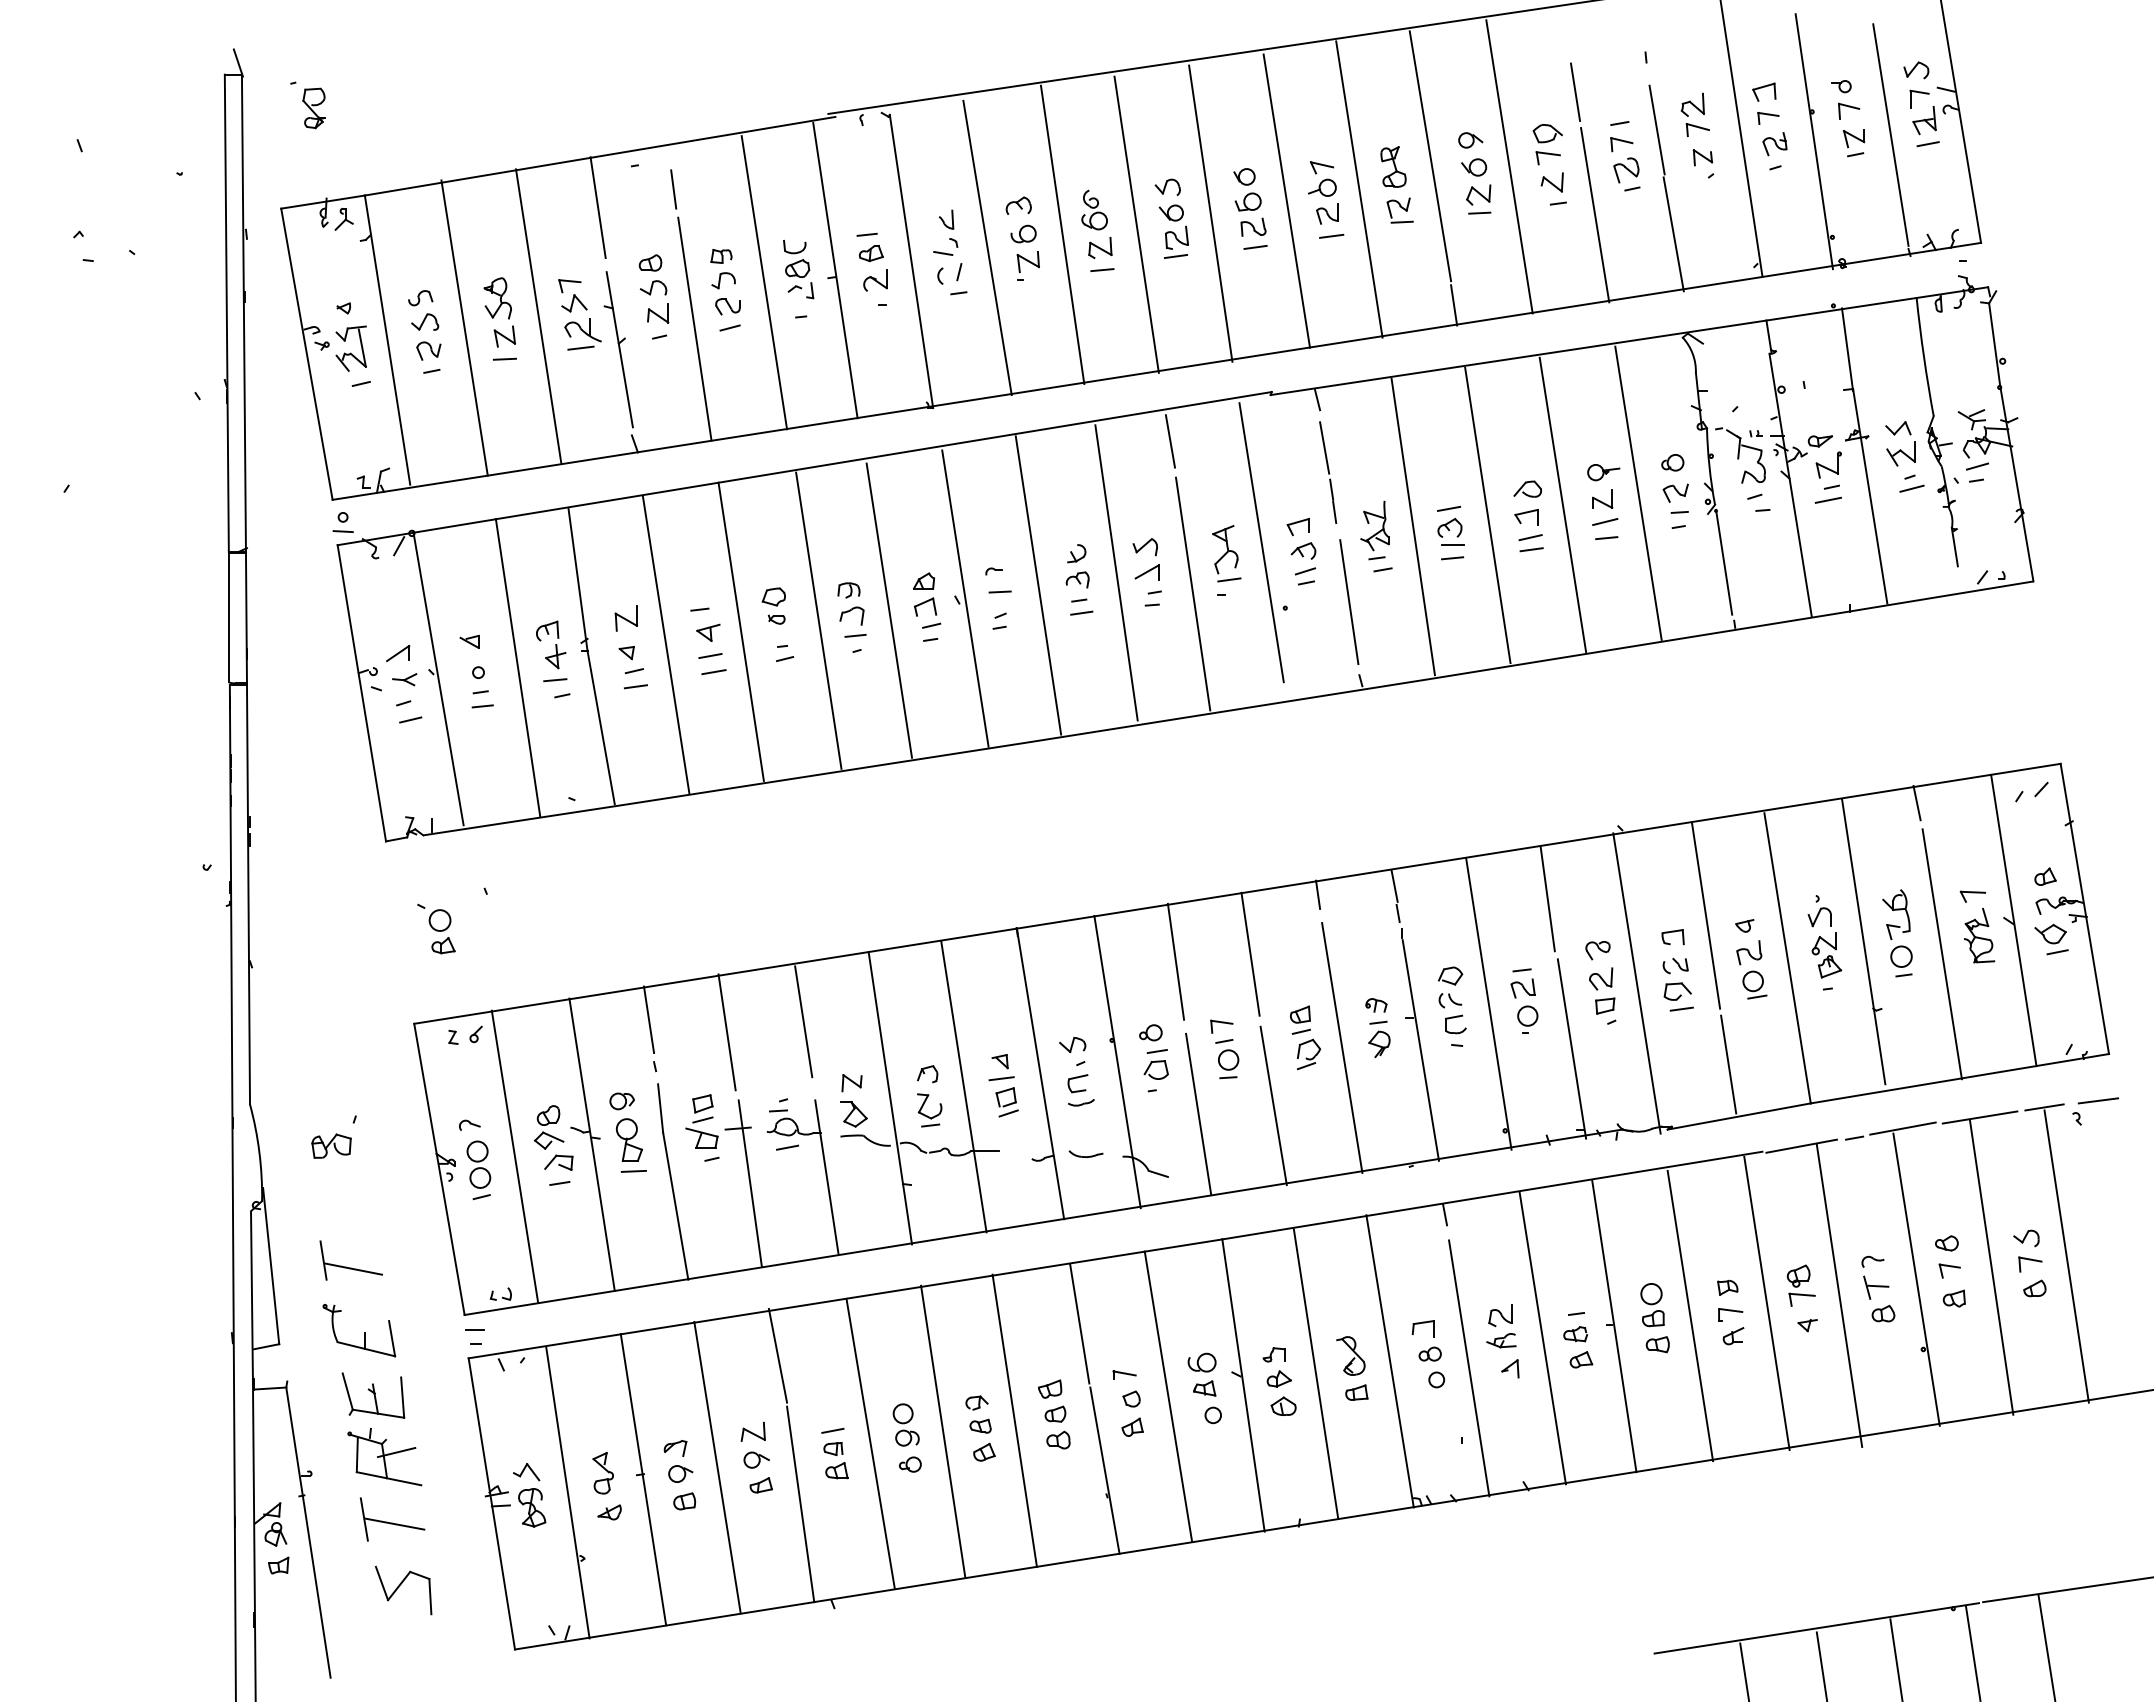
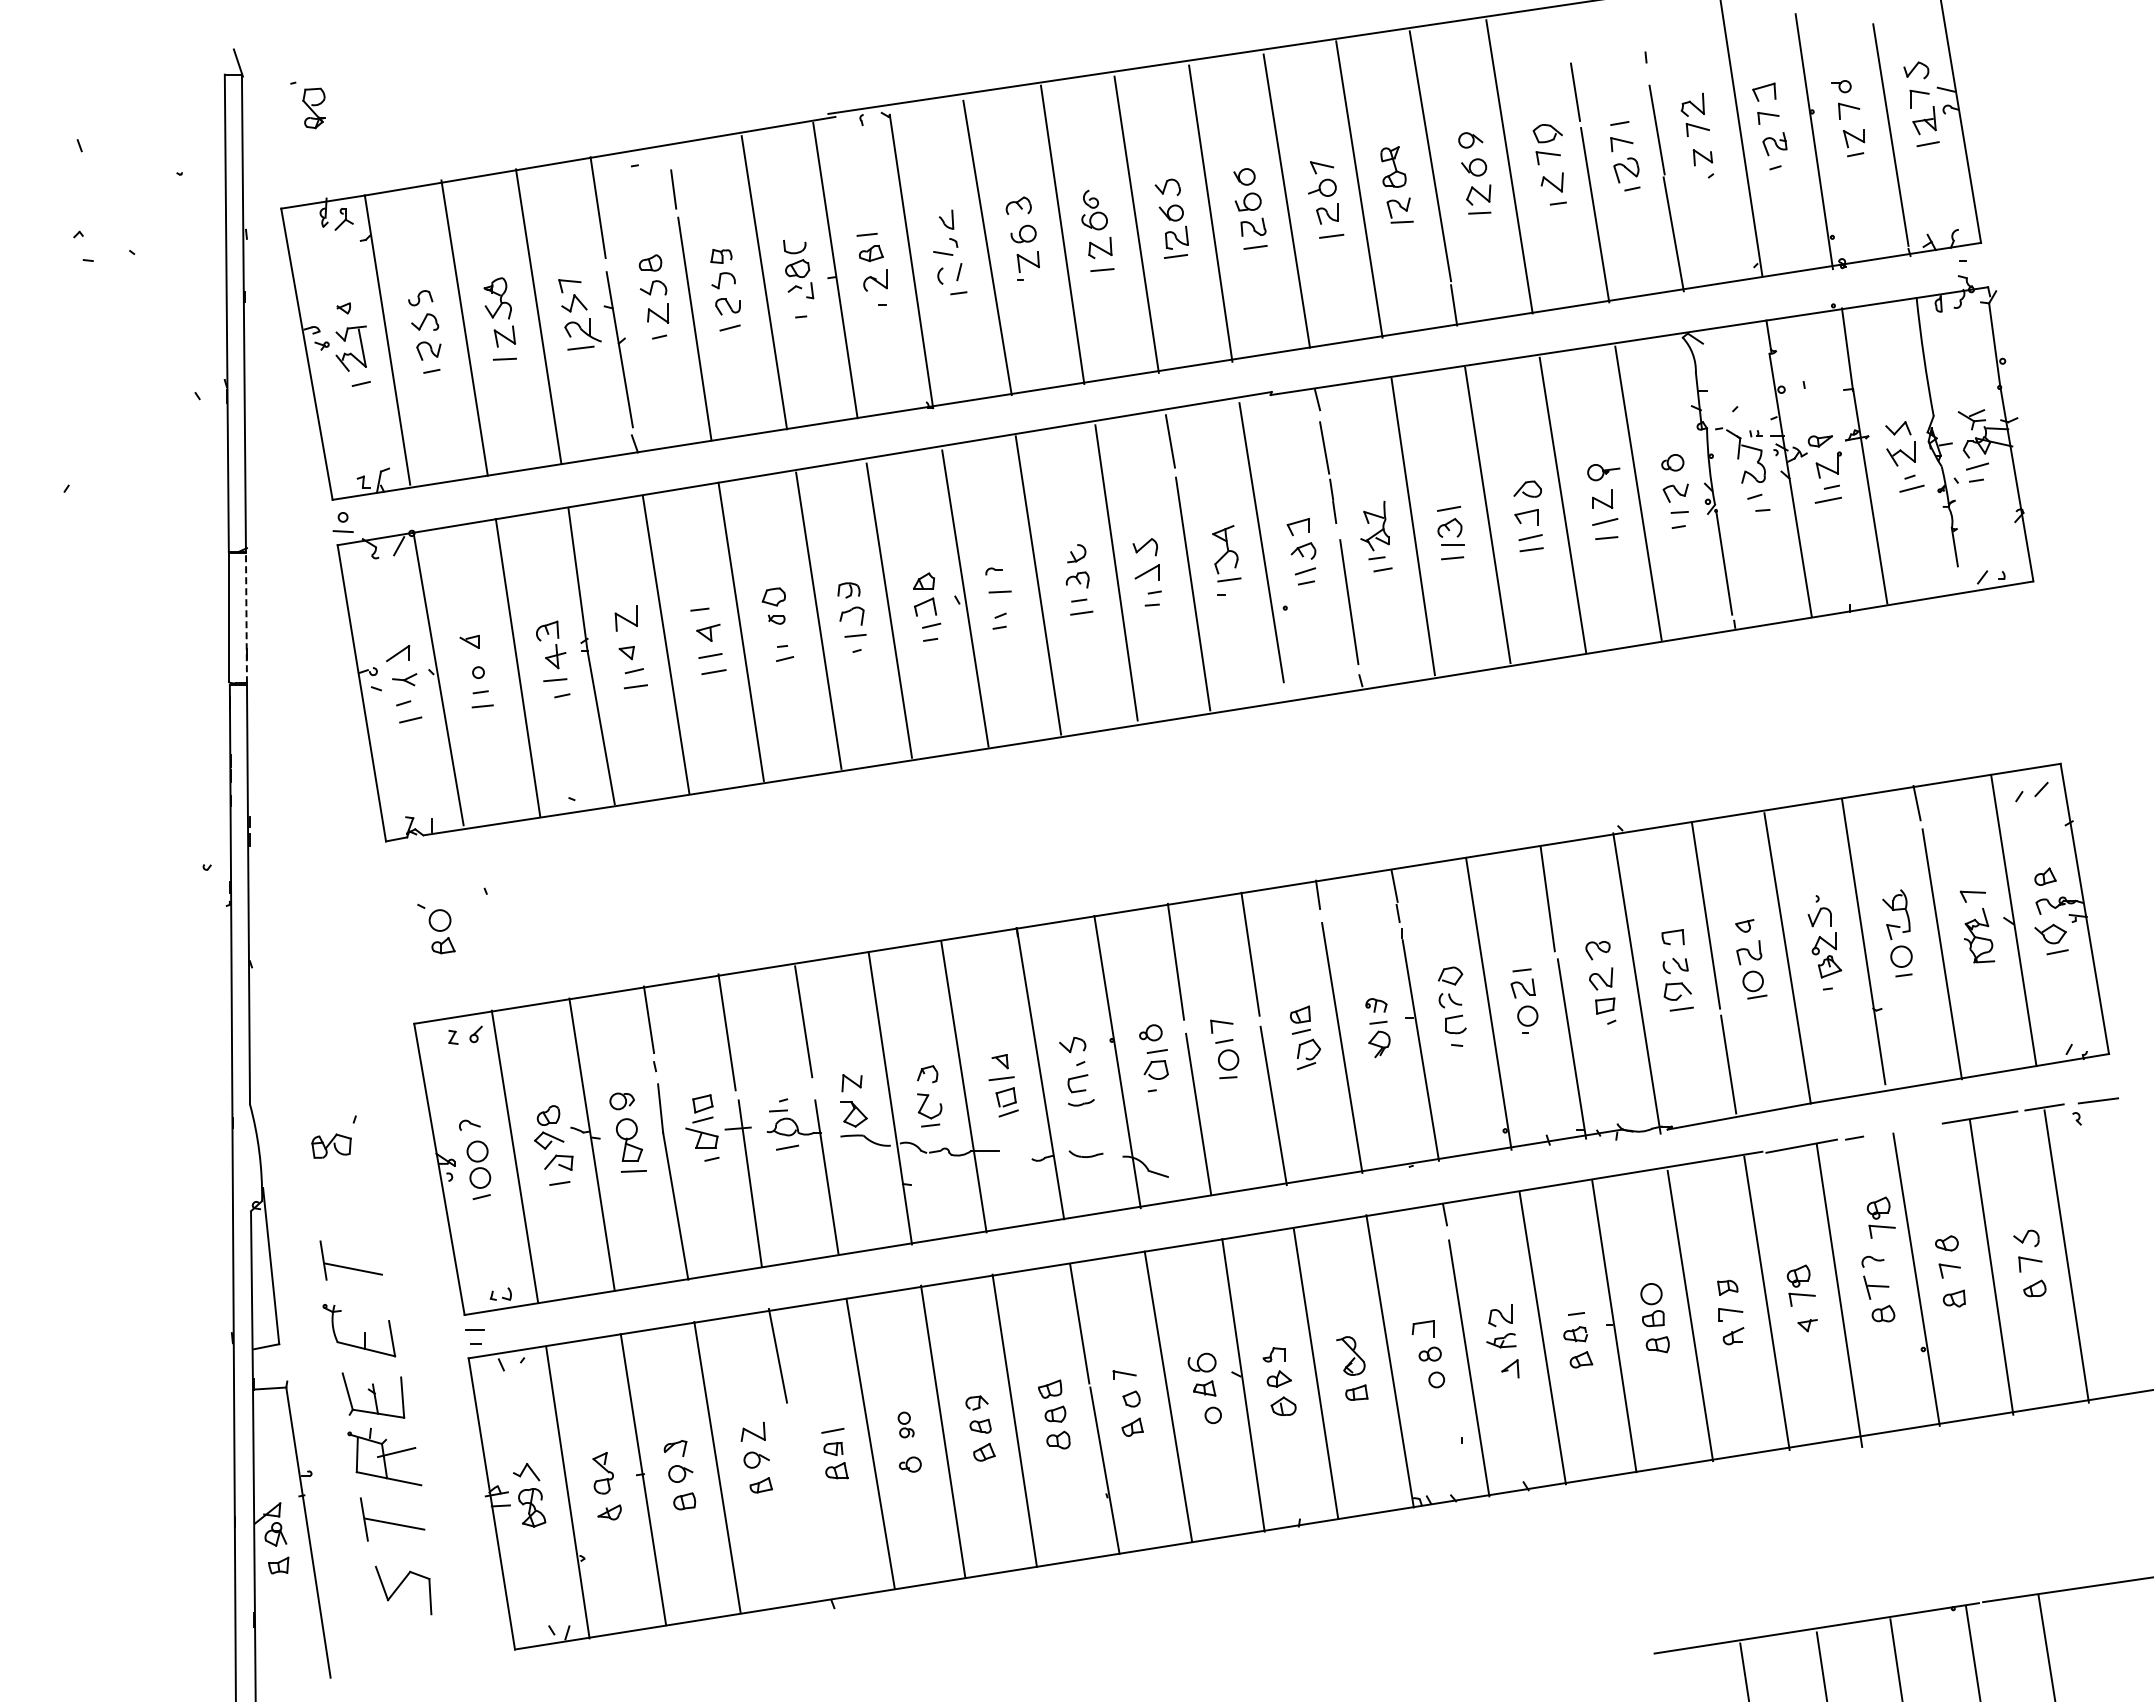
line at (246, 618): solid -> dashed
line at (1902, 1128): present -> none
part at (1880, 1217): none -> present
part at (905, 1424) size: 28x44 px -> 18x28 px
line at (800, 1504): present -> none
